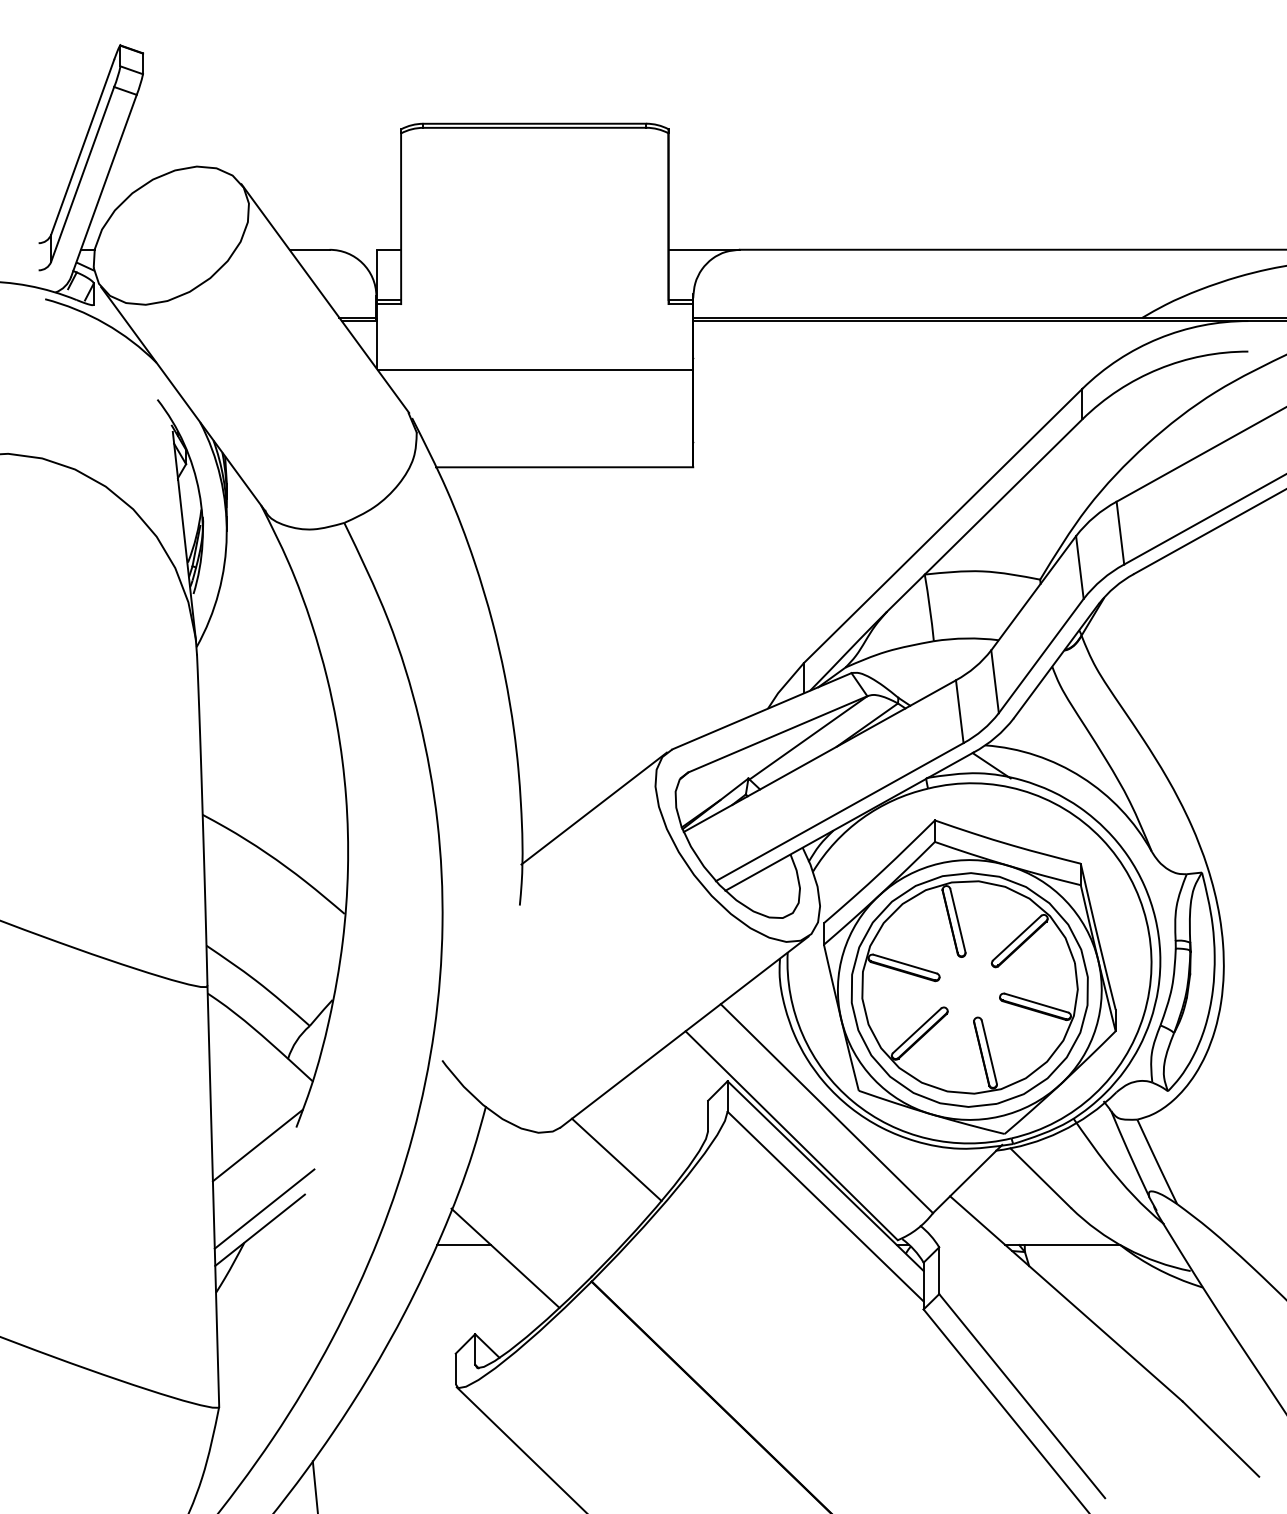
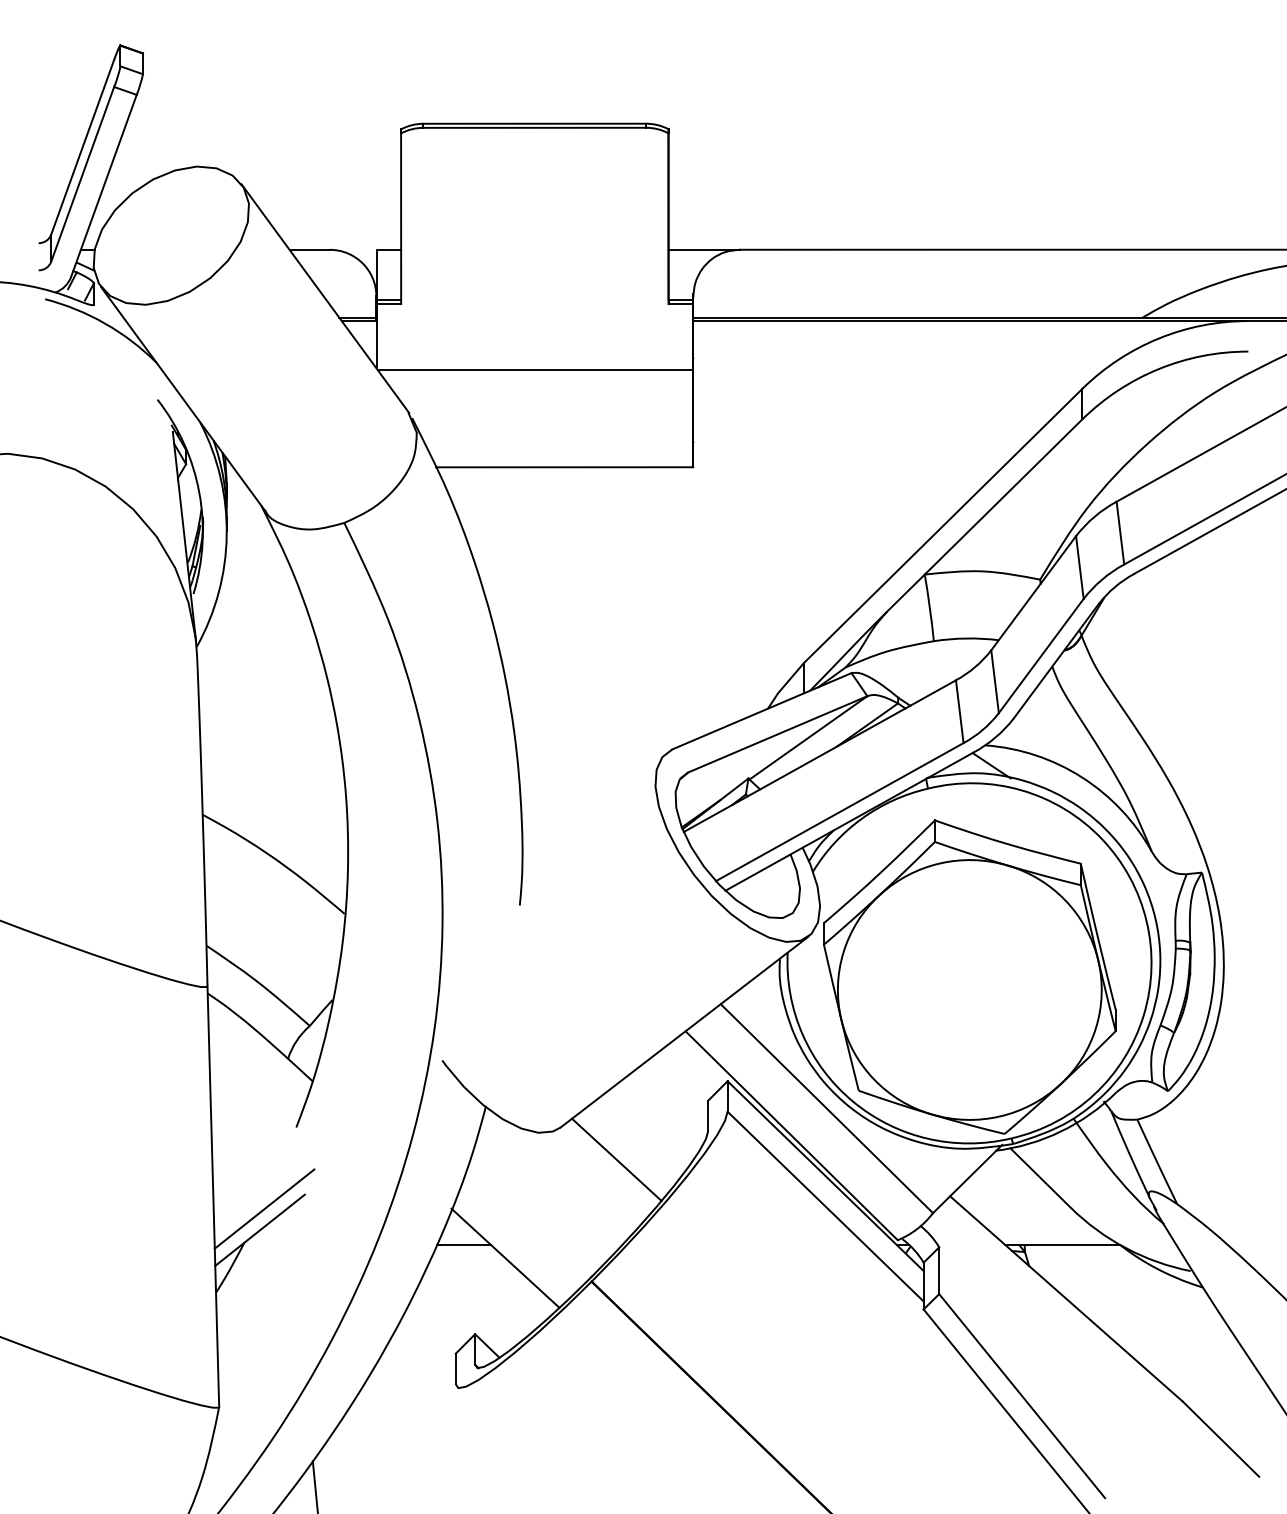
line at (593, 808): present -> none
part at (969, 989): present -> none
line at (257, 1145): present -> none
line at (520, 1448): present -> none
